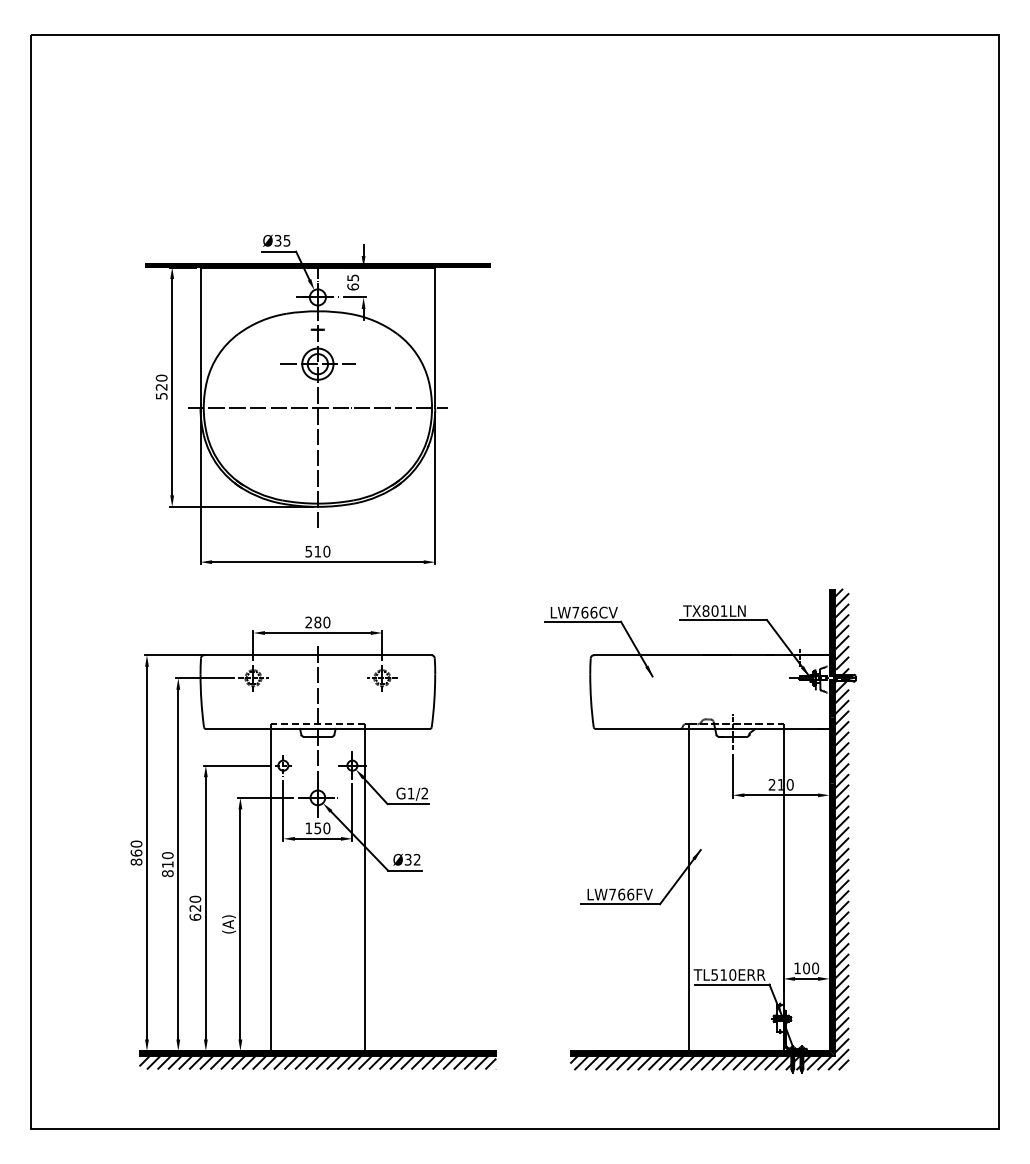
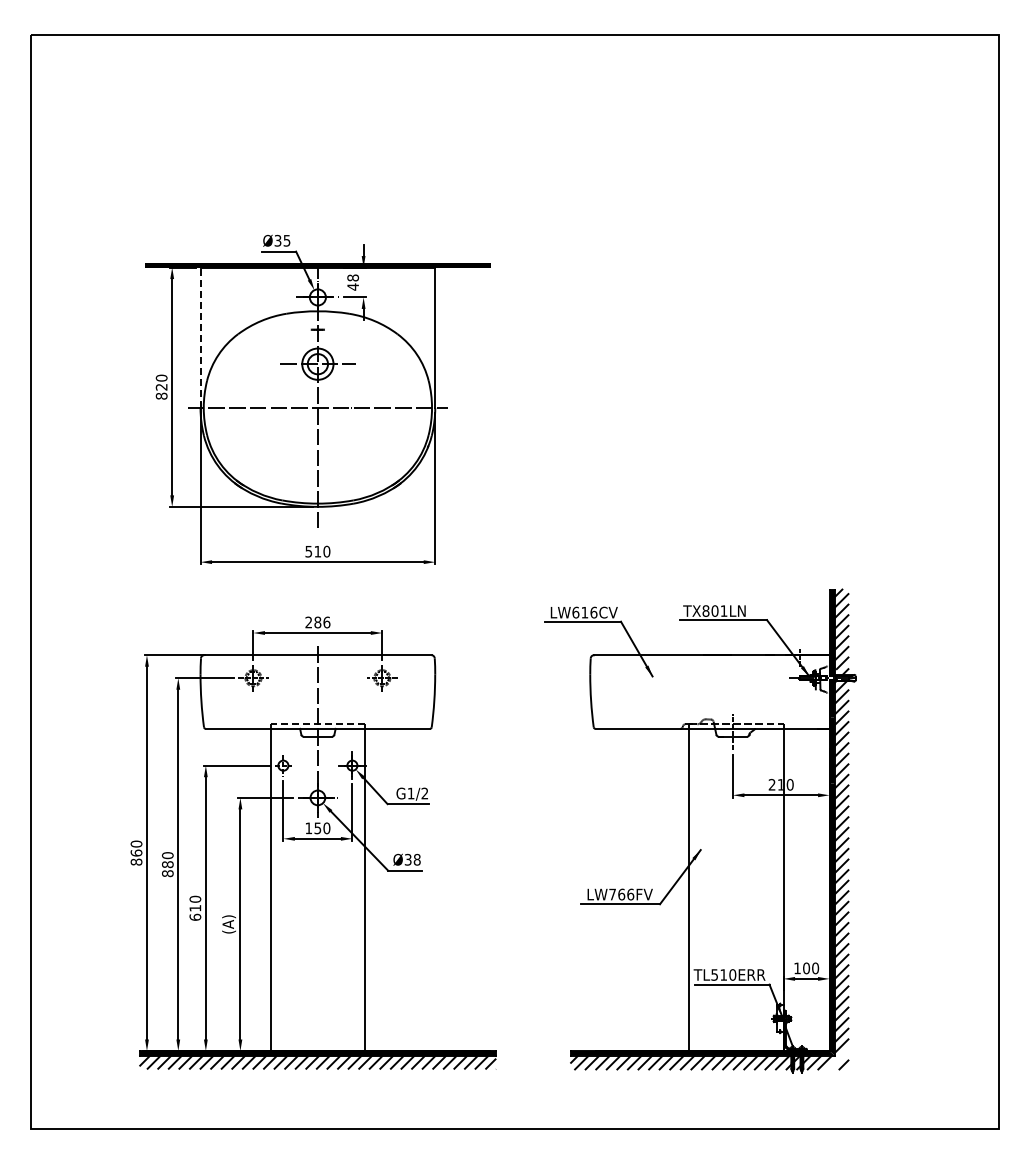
text at (353, 282): 65 -> 48
line at (200, 337): solid -> dashed
text at (161, 395): 520 -> 820
text at (580, 612): LW766CV -> LW616CV
text at (326, 622): 280 -> 286
text at (416, 859): Ø32 -> Ø38
text at (167, 864): 810 -> 880
text at (195, 908): 620 -> 610
line at (838, 1059): present -> none
